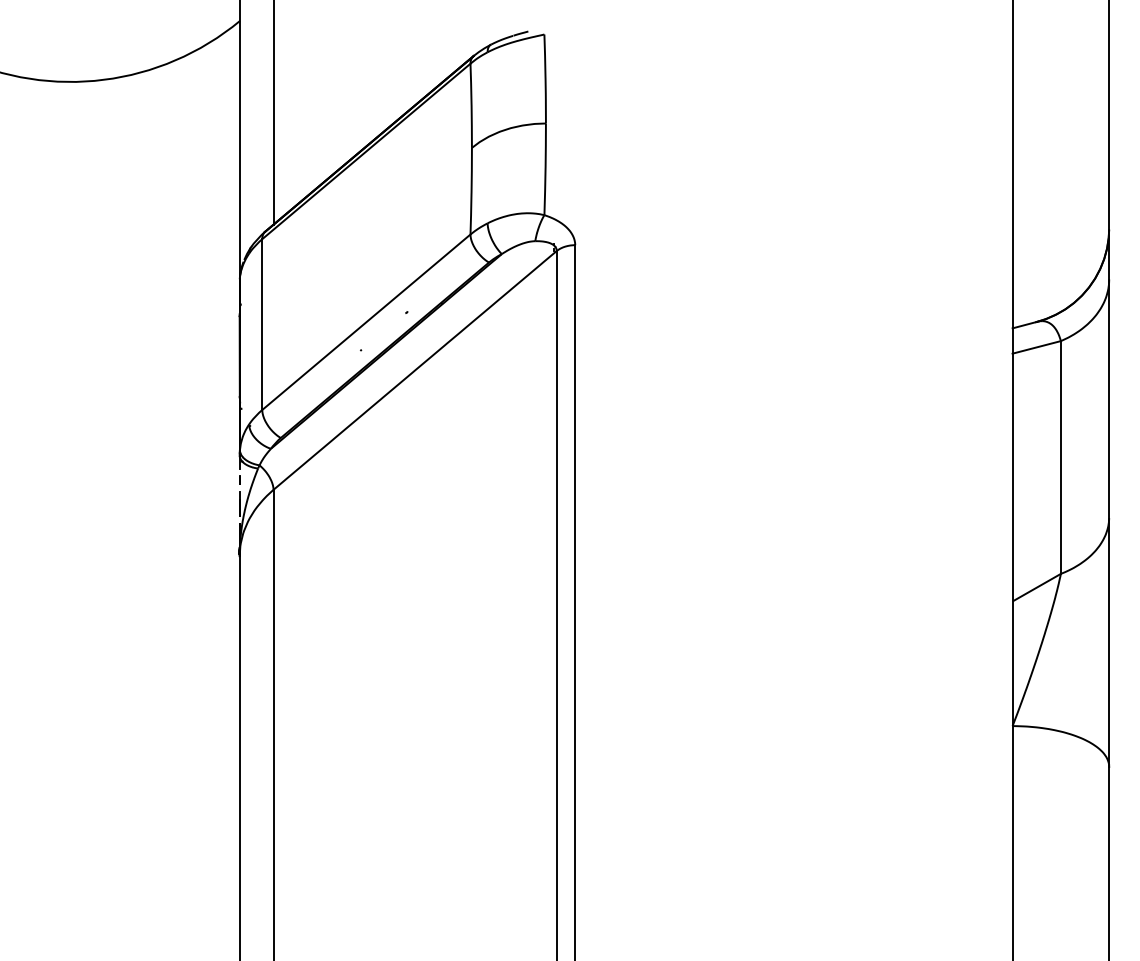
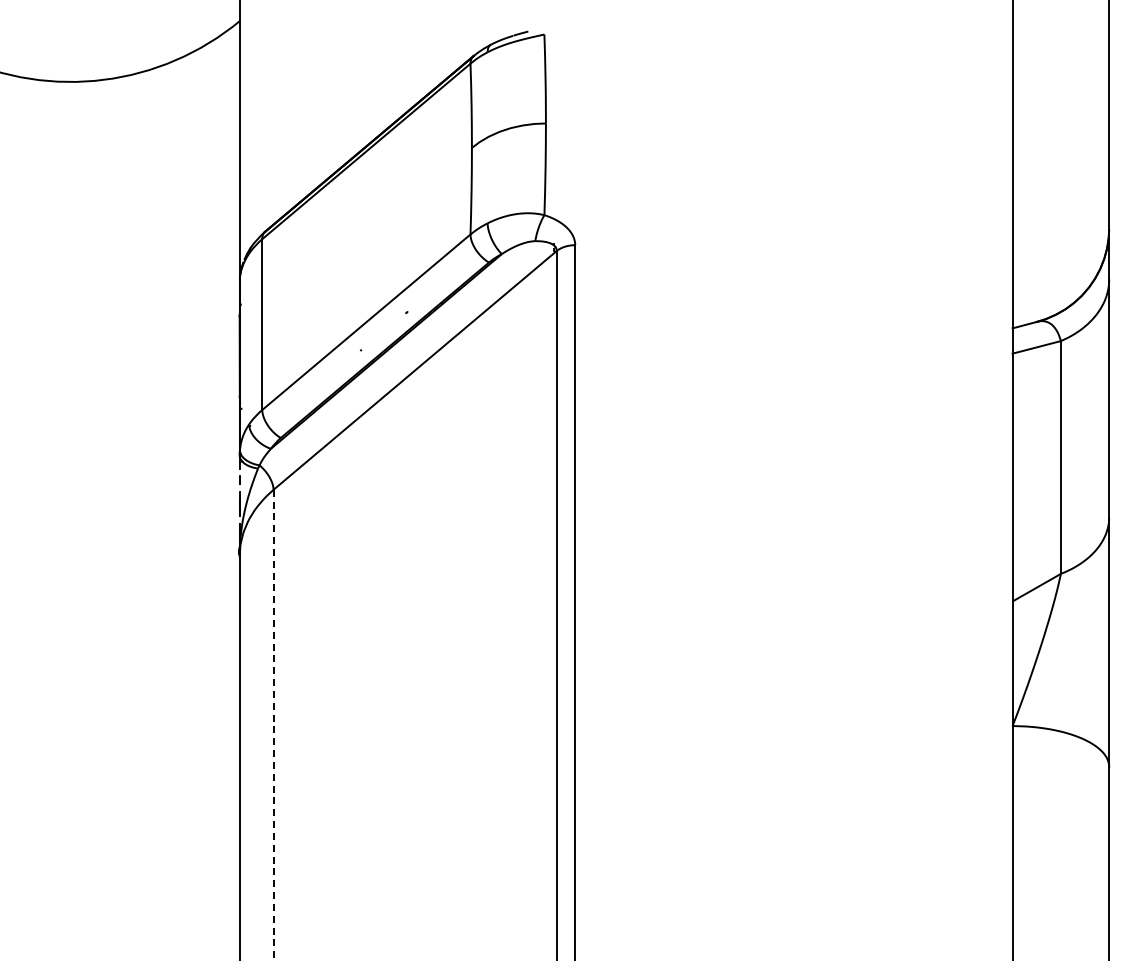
line at (273, 113): present -> none
line at (273, 725): solid -> dashed
